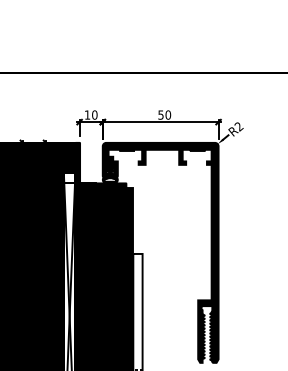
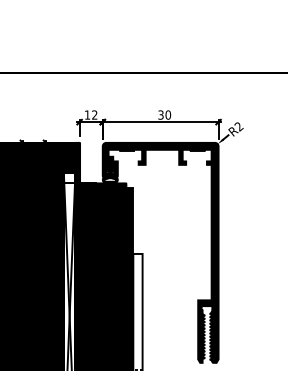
text at (94, 114): 10 -> 12
text at (160, 114): 50 -> 30
